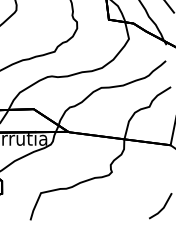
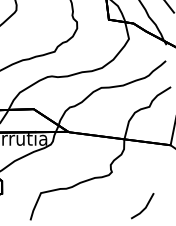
line at (162, 207) position: (162, 207) -> (144, 207)
